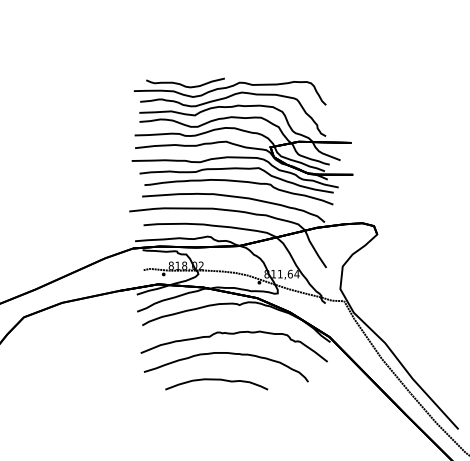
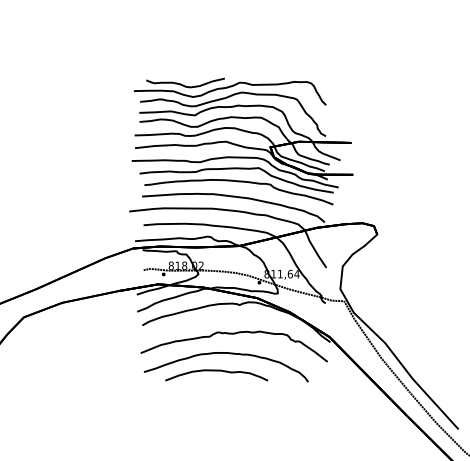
curve at (216, 380) position: (216, 380) -> (216, 371)
